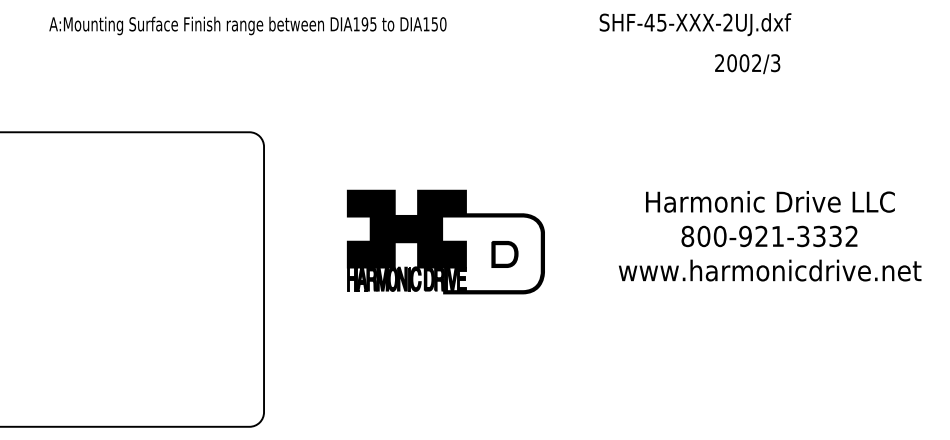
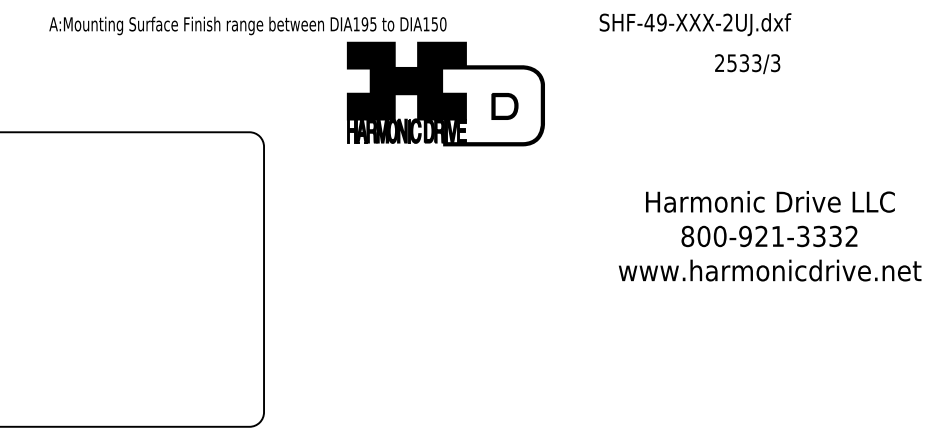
text at (661, 22): SHF-45-XXX-2UJ.dxf -> SHF-49-XXX-2UJ.dxf
text at (744, 63): 2002/3 -> 2533/3
part at (445, 241) position: (445, 241) -> (445, 93)
